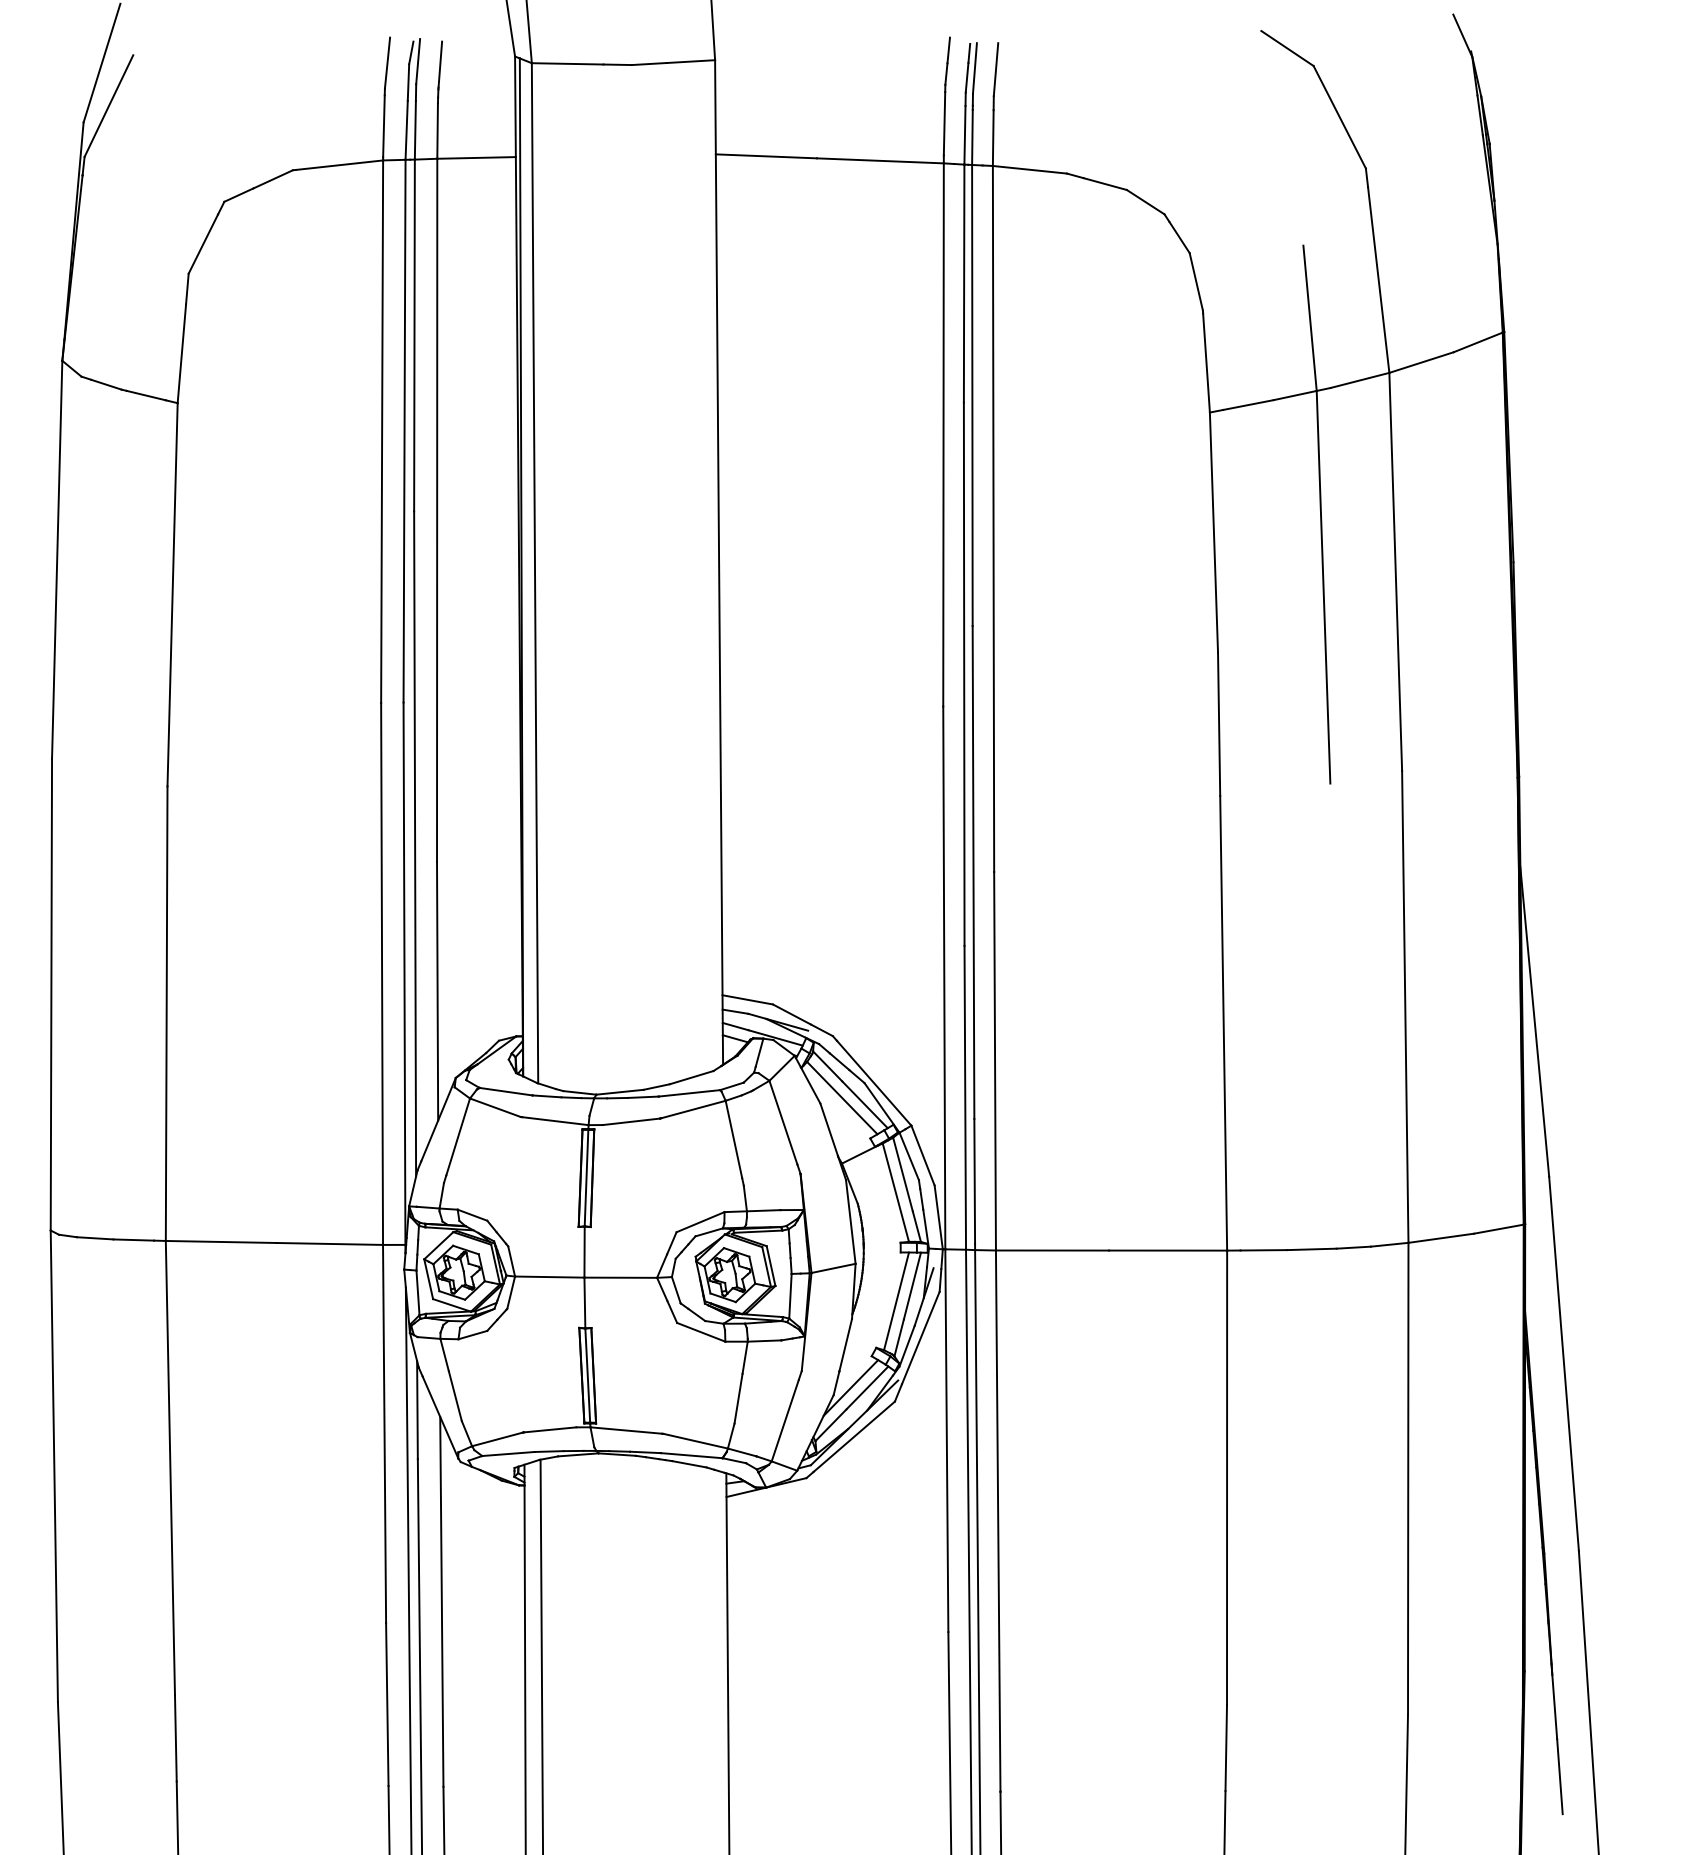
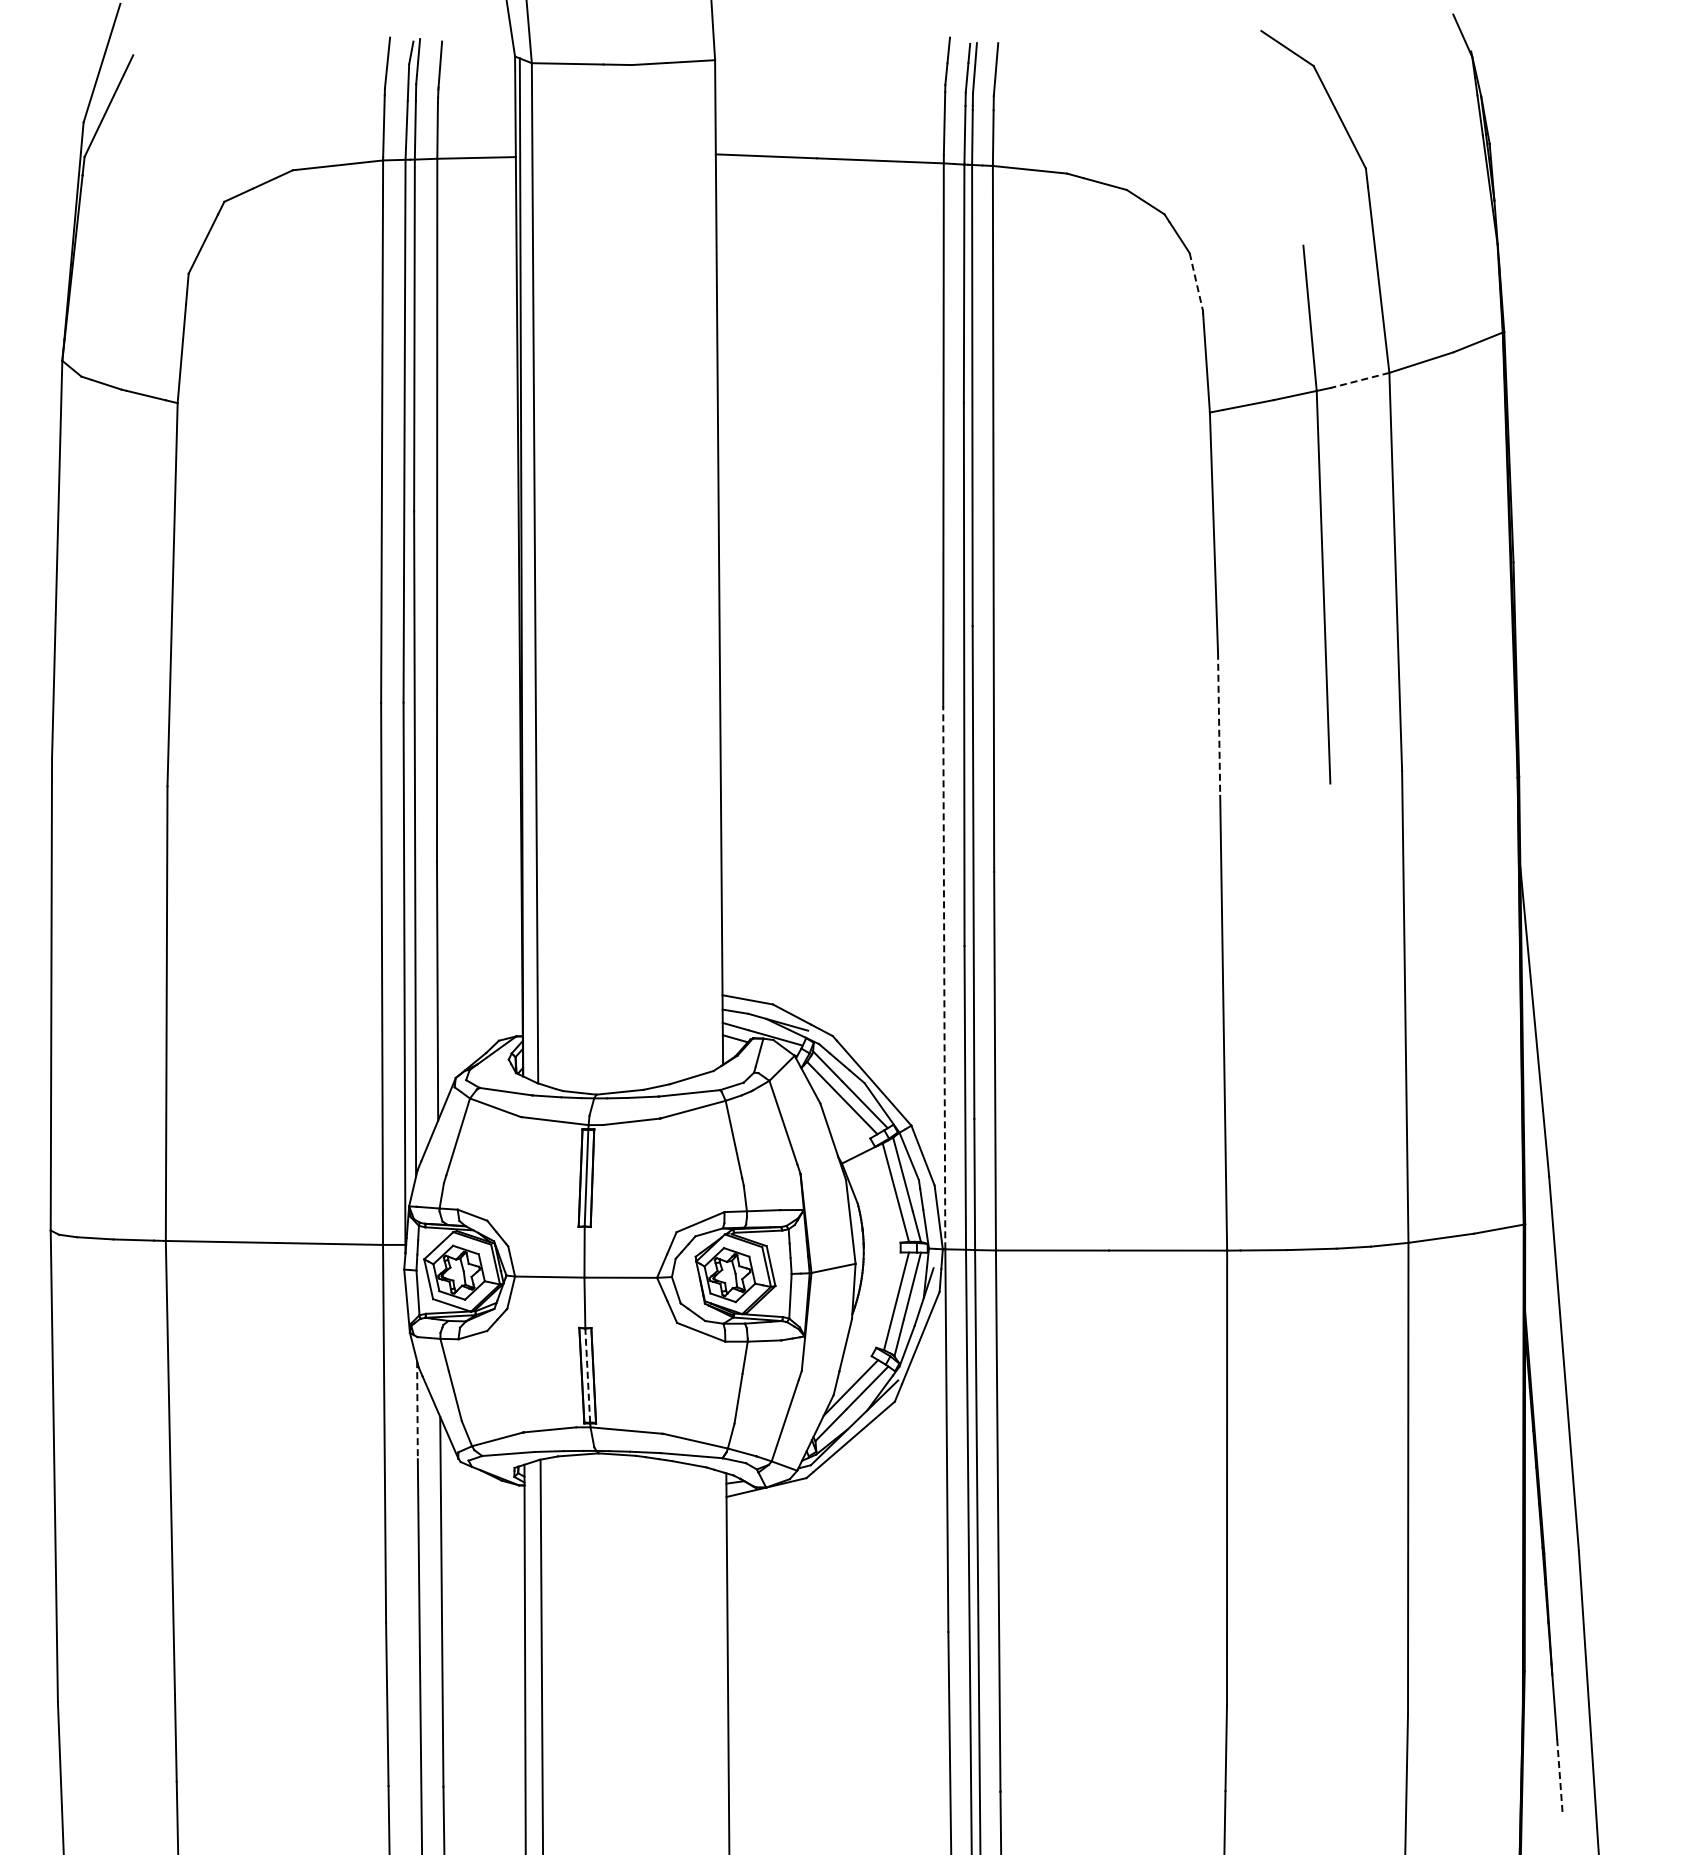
line at (1196, 282): solid -> dashed
line at (1359, 380): solid -> dashed
line at (1219, 724): solid -> dashed
line at (944, 977): solid -> dashed
line at (587, 1375): solid -> dashed
line at (417, 1410): solid -> dashed
line at (408, 1569): present -> none
line at (1559, 1776): solid -> dashed
